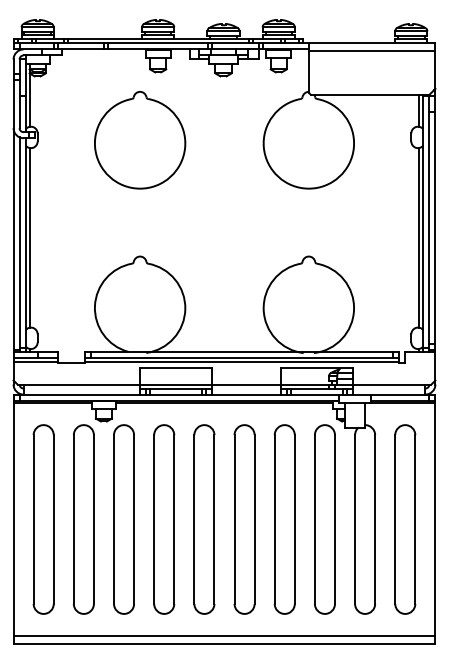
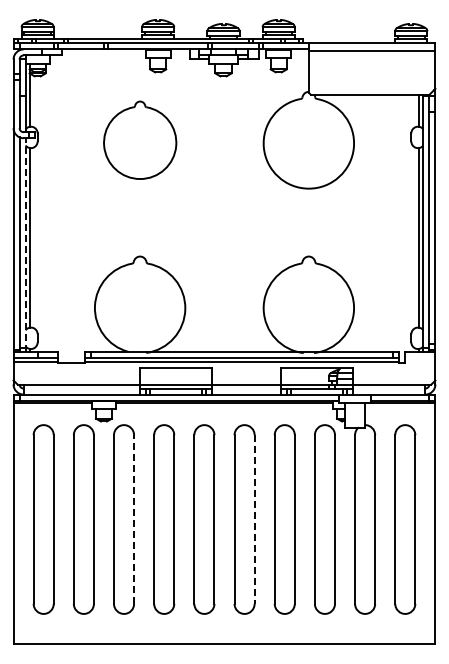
part at (140, 140) size: 93x99 px -> 75x80 px
line at (25, 244): solid -> dashed
line at (134, 519): solid -> dashed
line at (254, 520): solid -> dashed
line at (224, 636): present -> none
